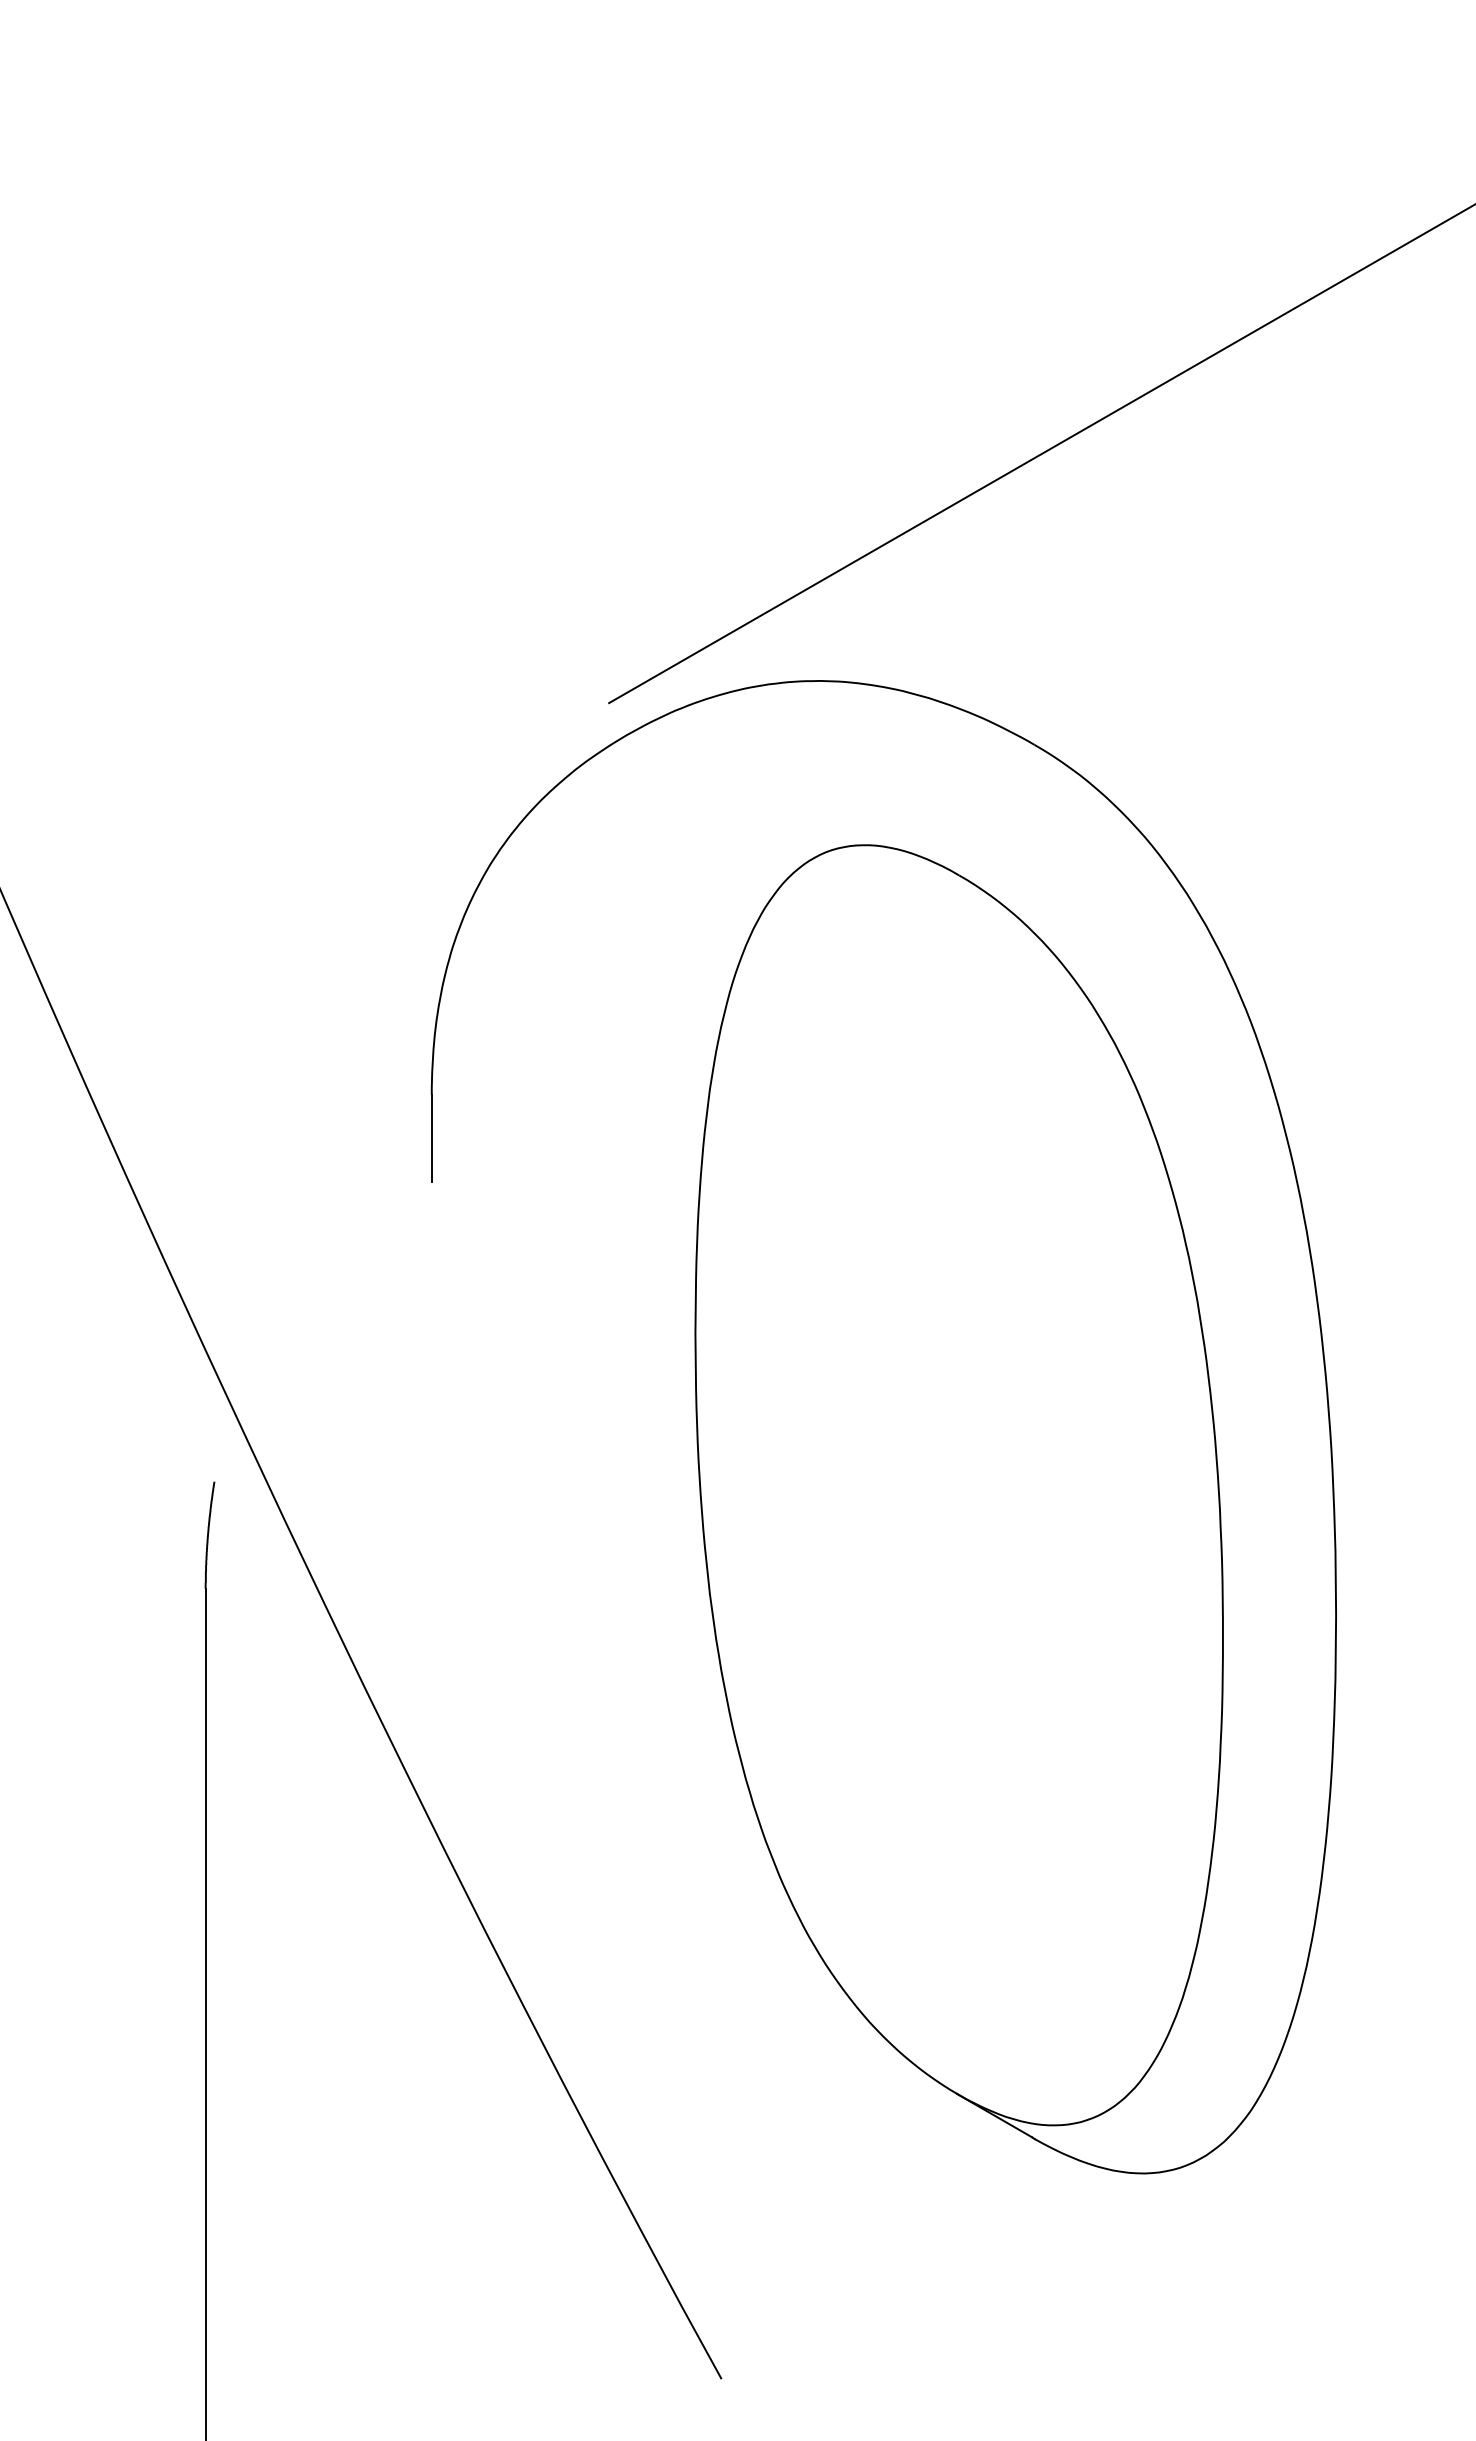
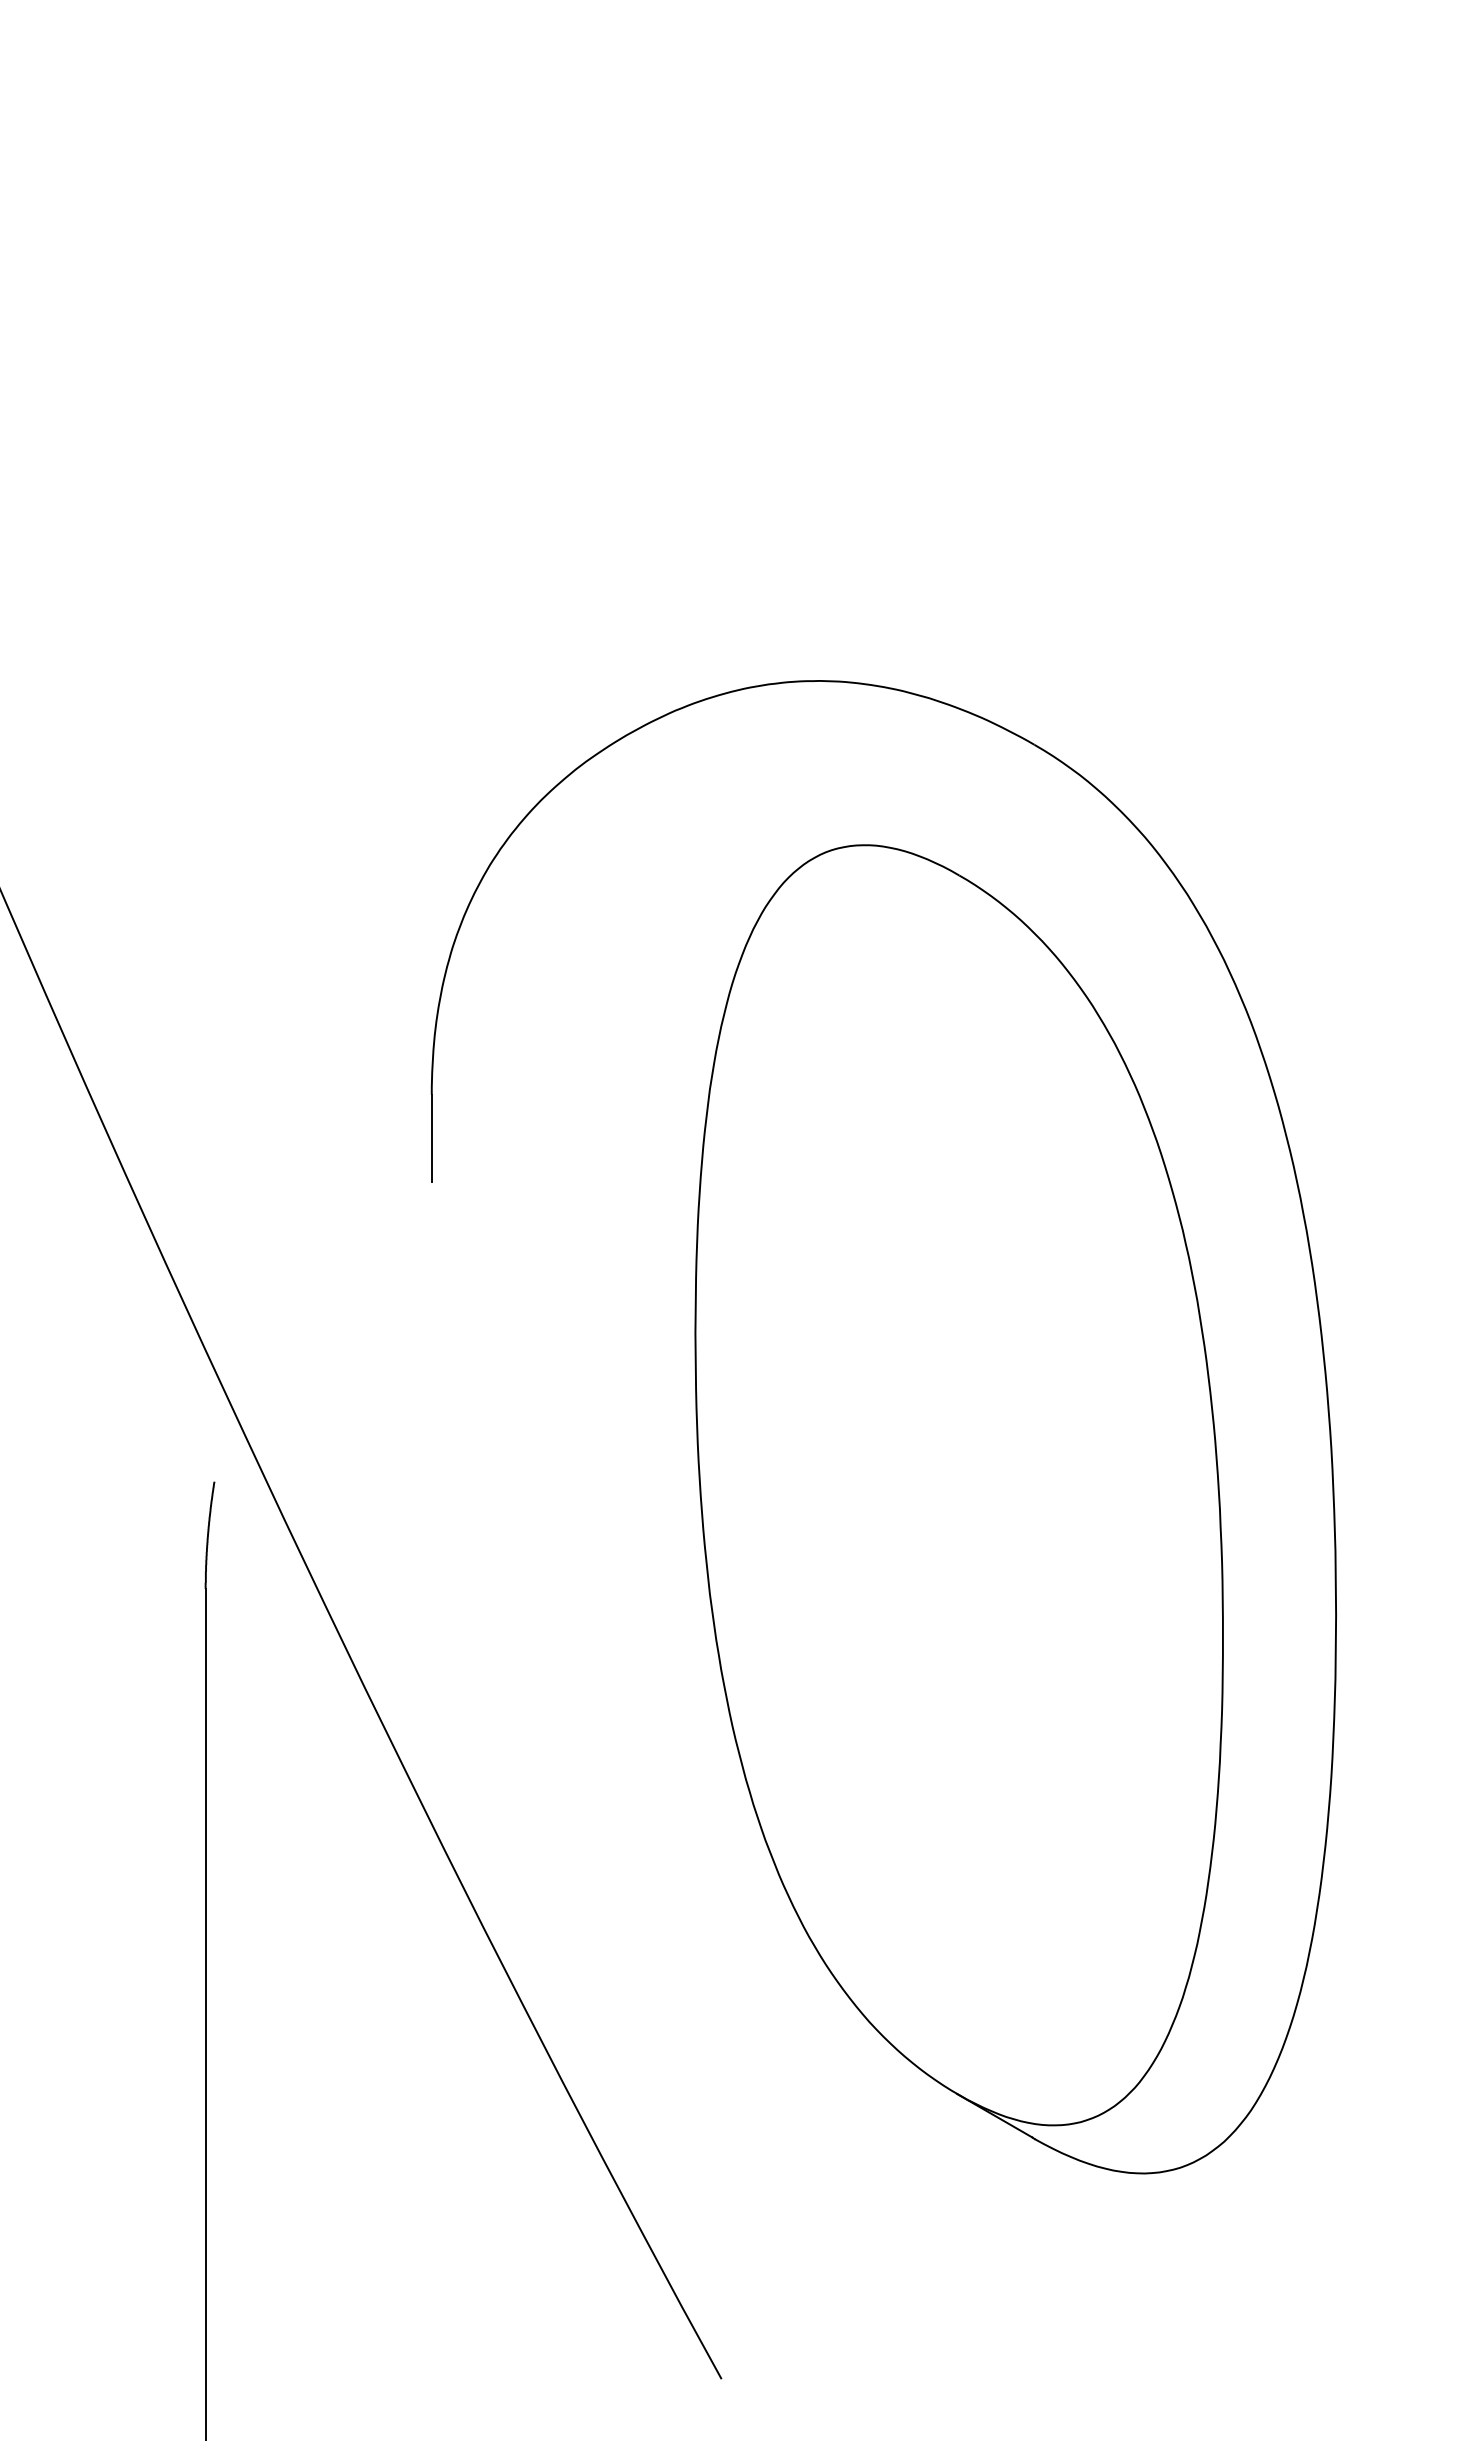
line at (1040, 454): present -> none
